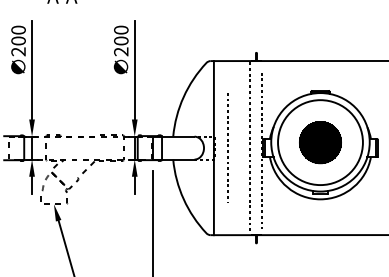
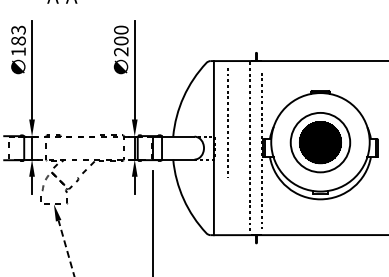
text at (18, 40): 200 -> 183
circle at (320, 142) diameter: 85 px -> 59 px
line at (227, 146) position: (227, 146) -> (227, 121)
line at (66, 248): solid -> dashed
